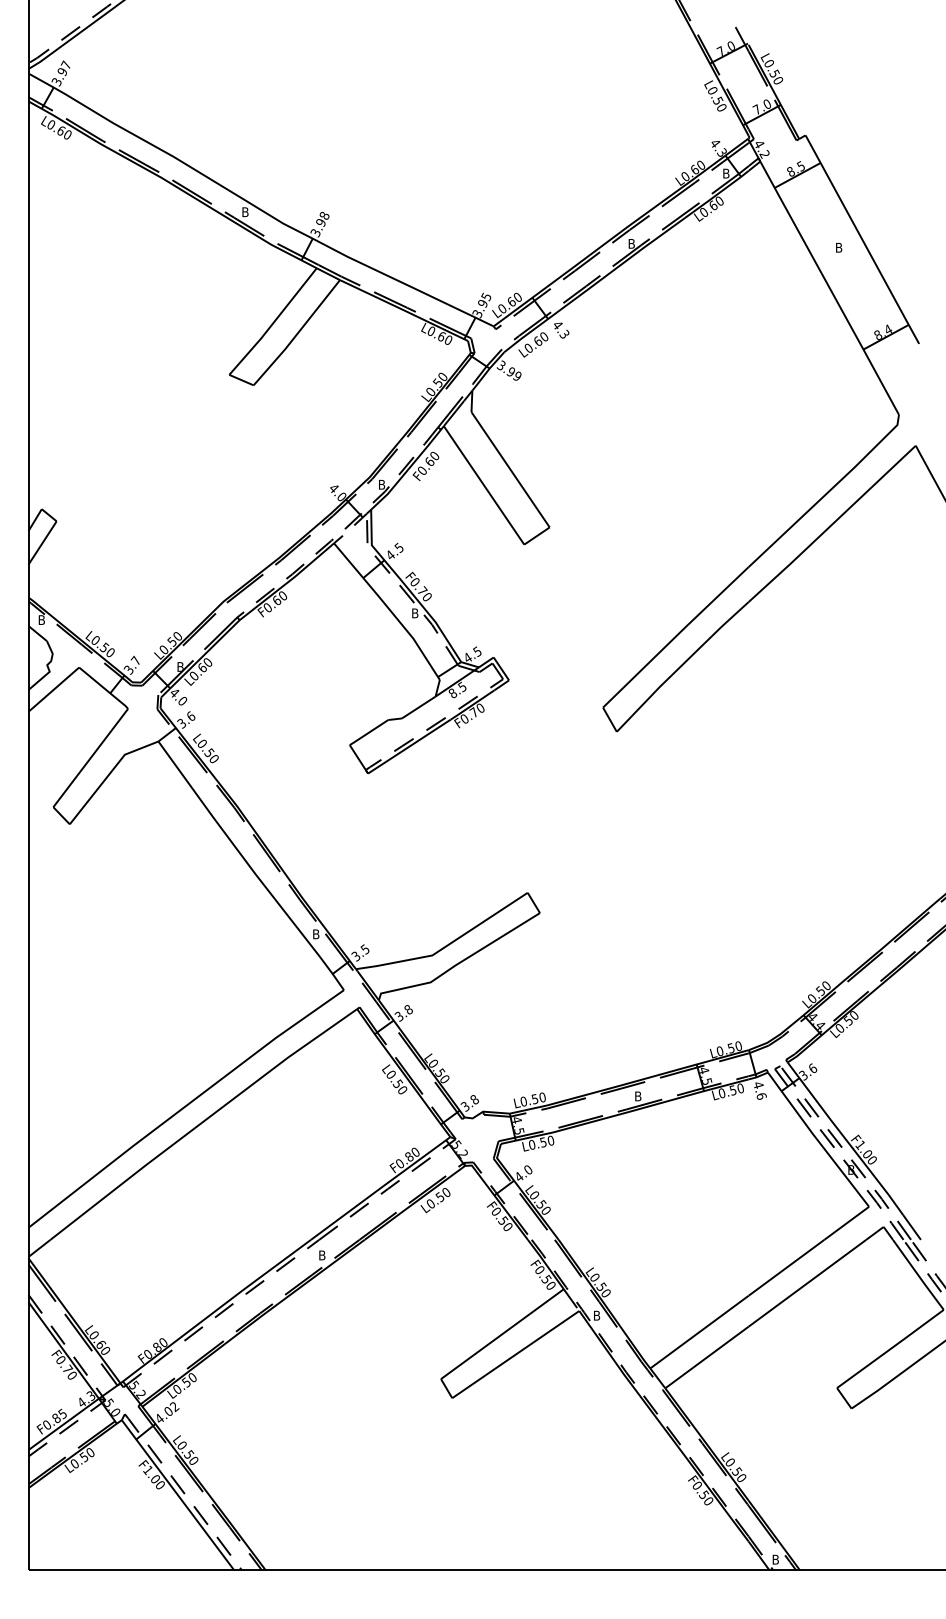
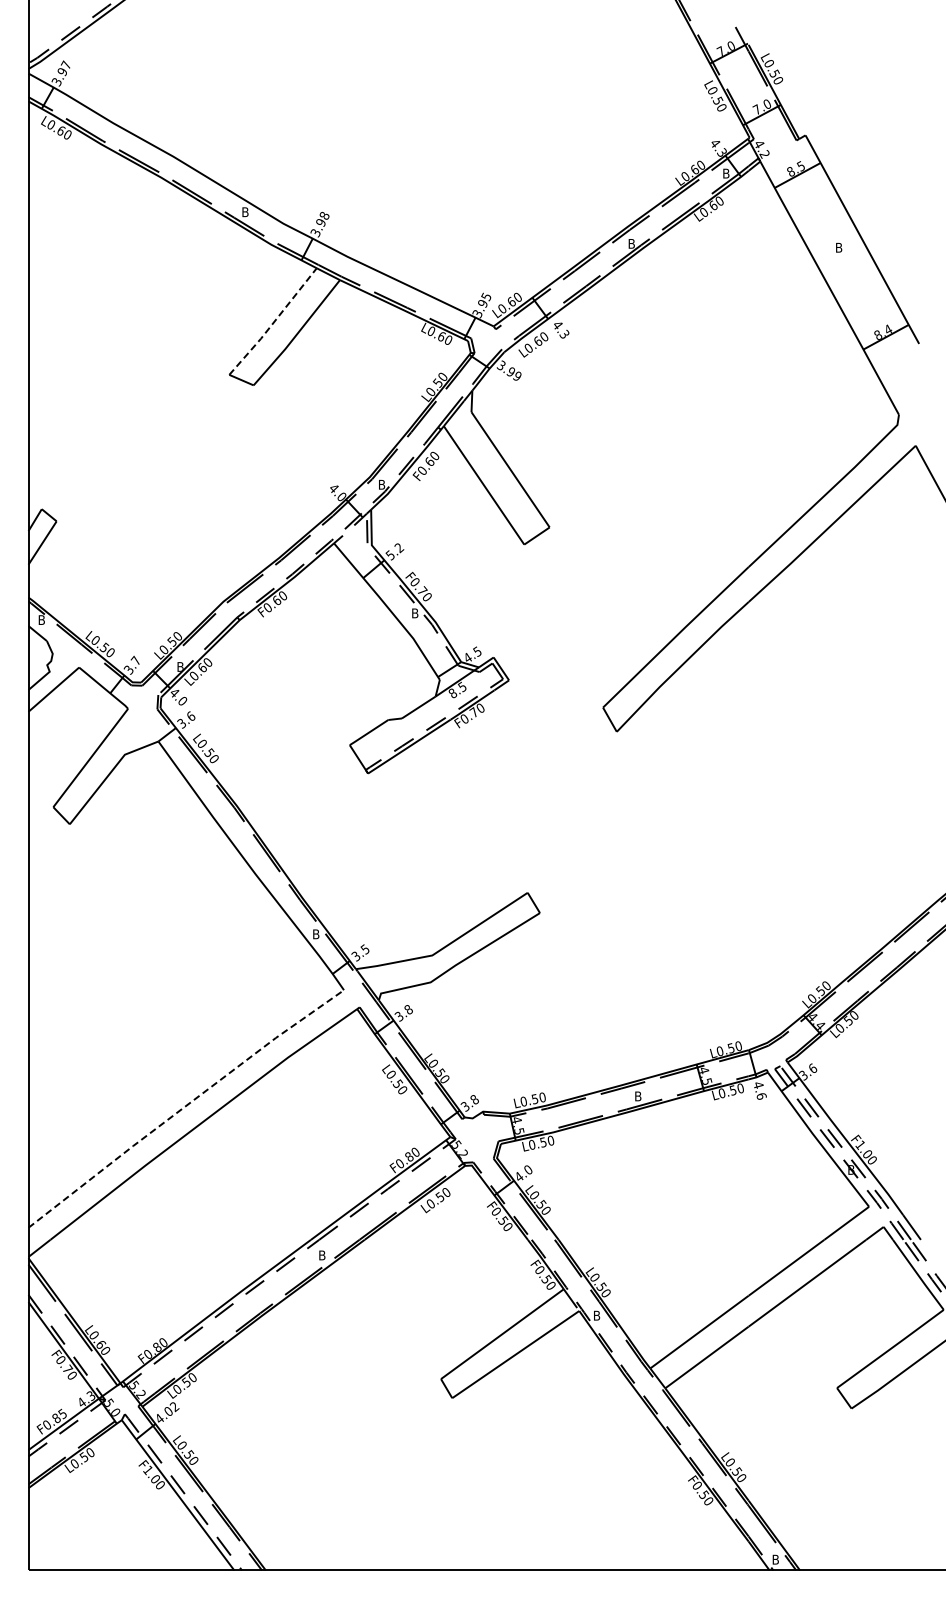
line at (273, 323): solid -> dashed
text at (394, 551): 4.5 -> 5.2
line at (184, 1106): solid -> dashed
